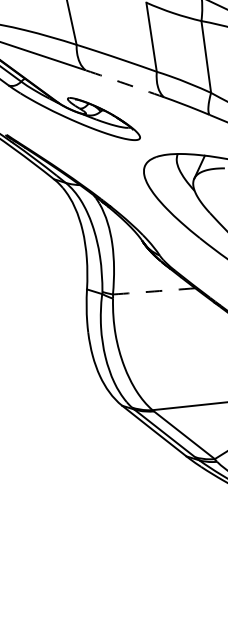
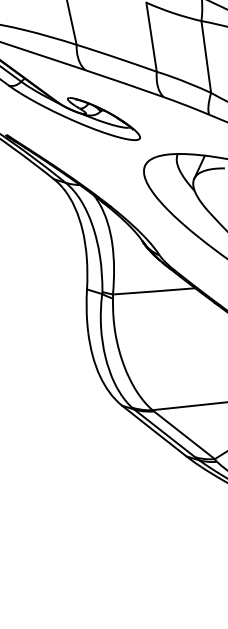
arc at (125, 83): dashed -> solid
arc at (154, 291): dashed -> solid
